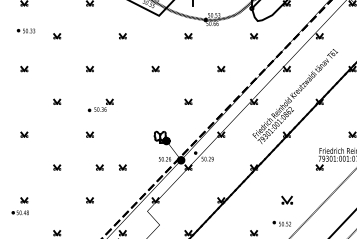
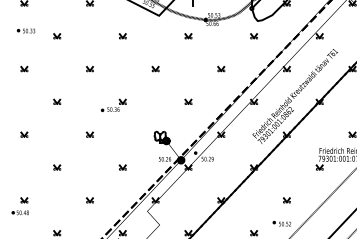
part at (100, 105) position: (100, 105) -> (113, 105)
part at (99, 167): present -> none
part at (286, 199) size: 12x10 px -> 9x7 px
